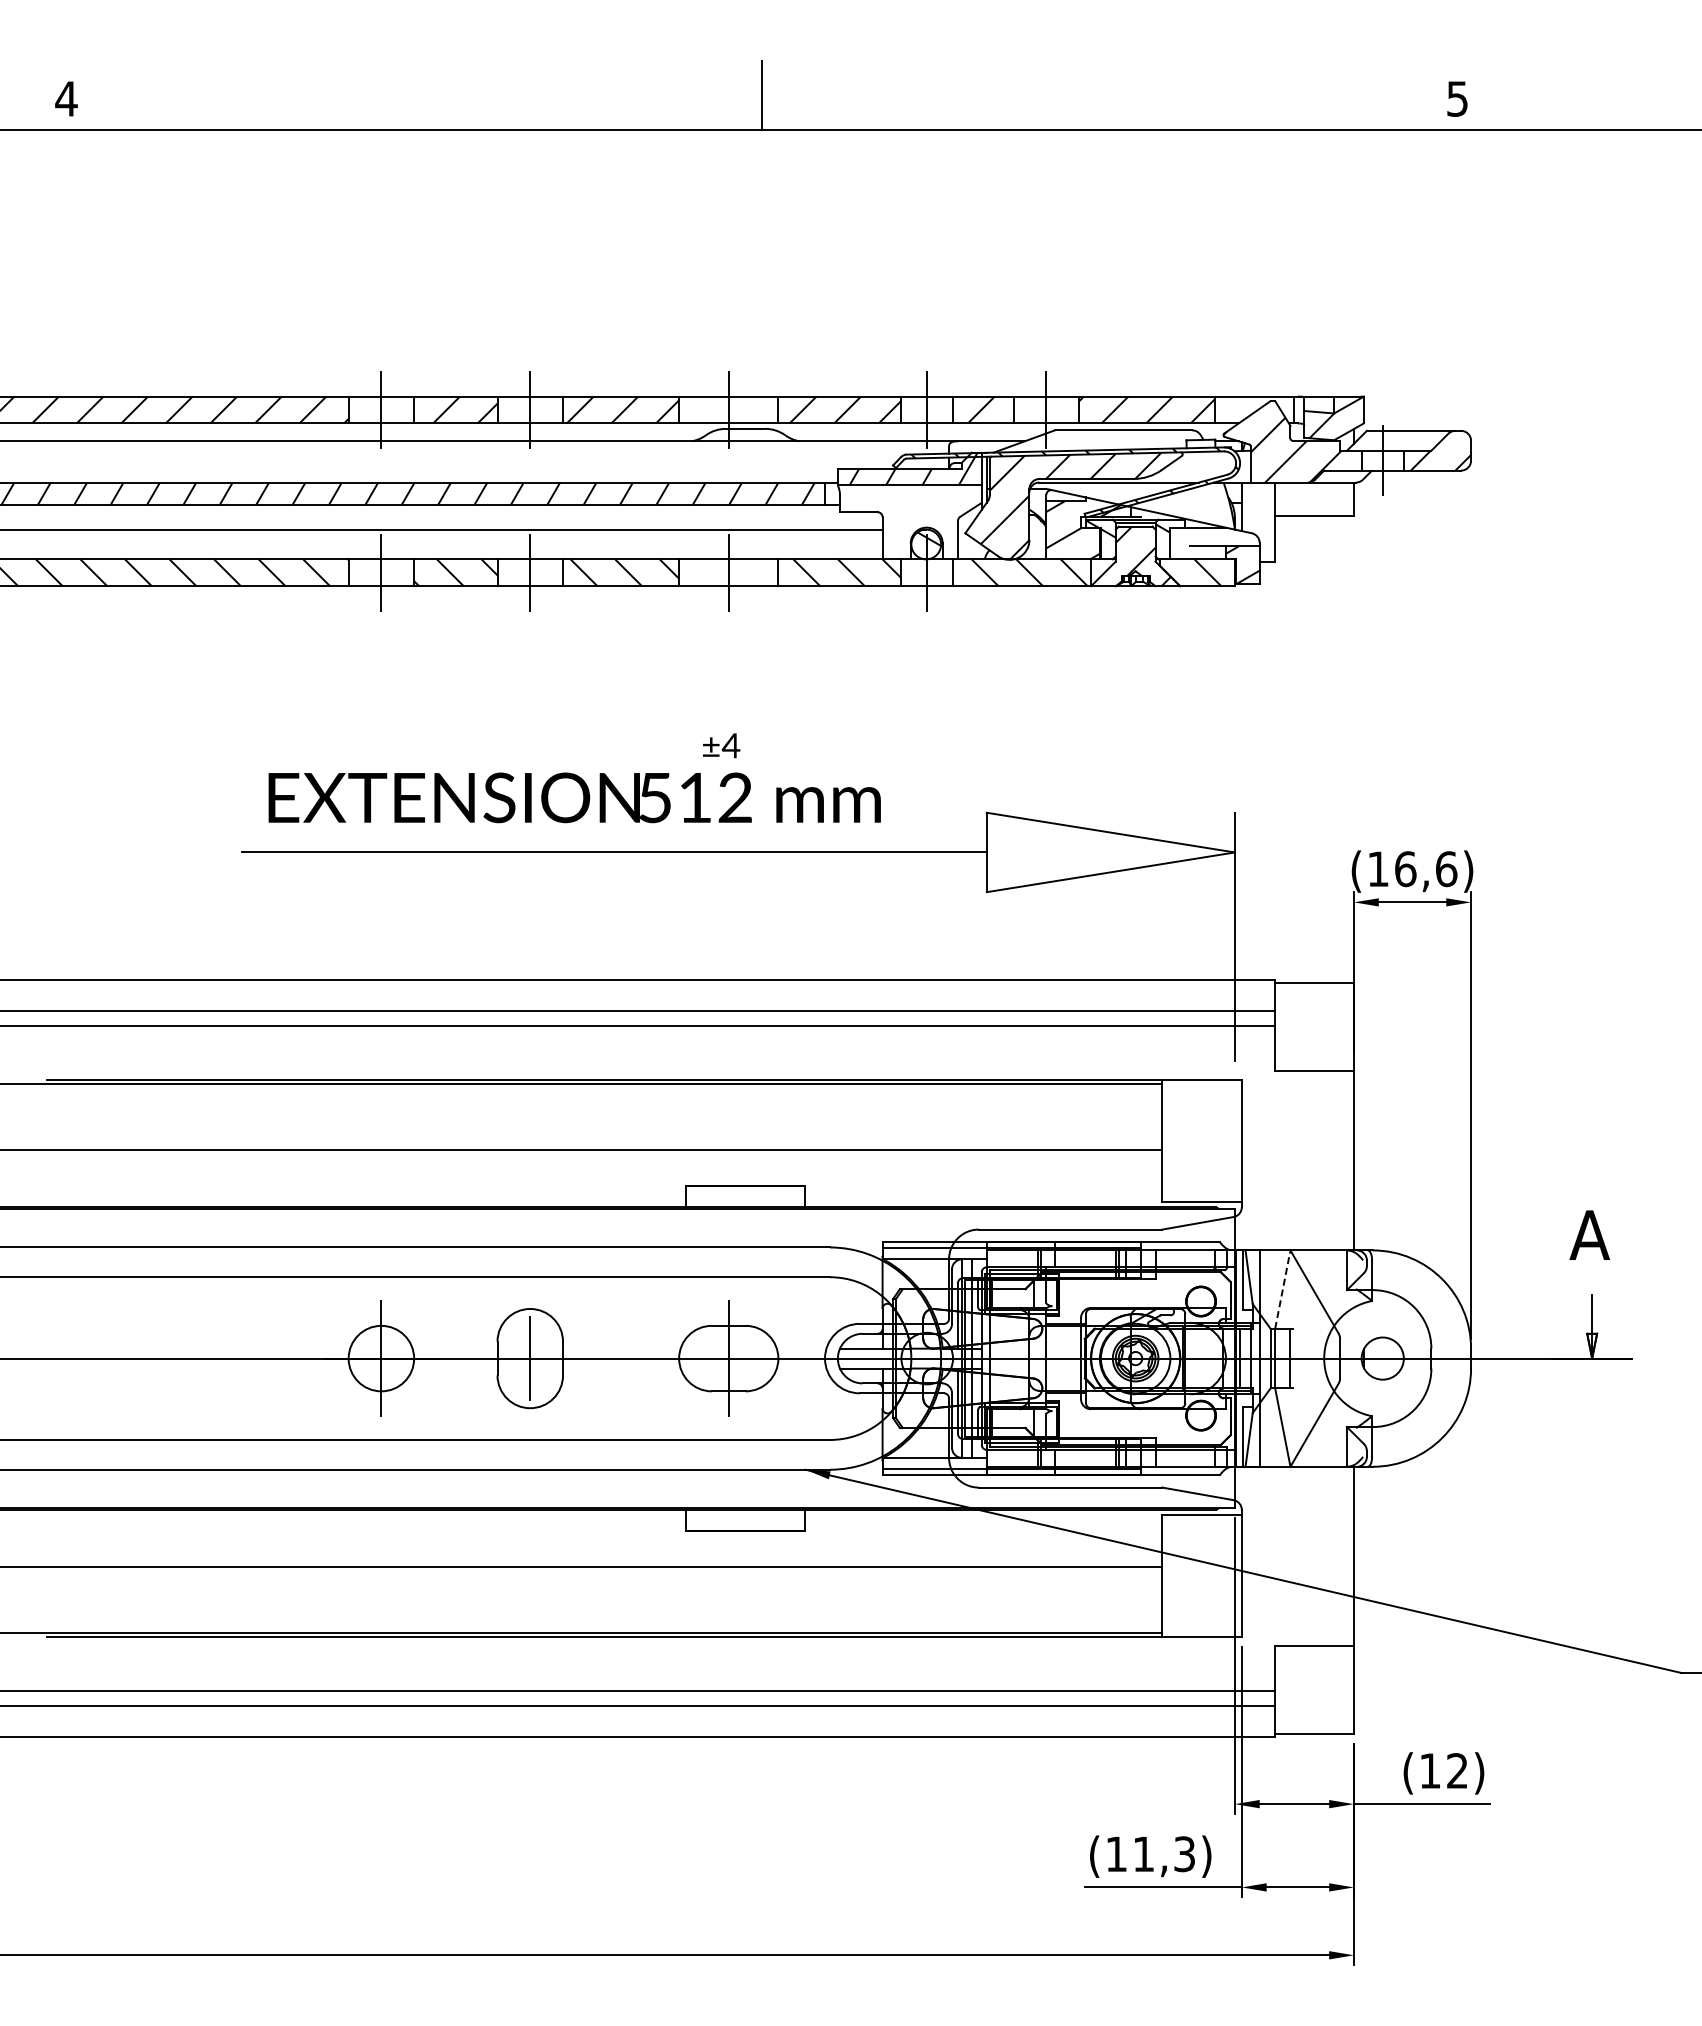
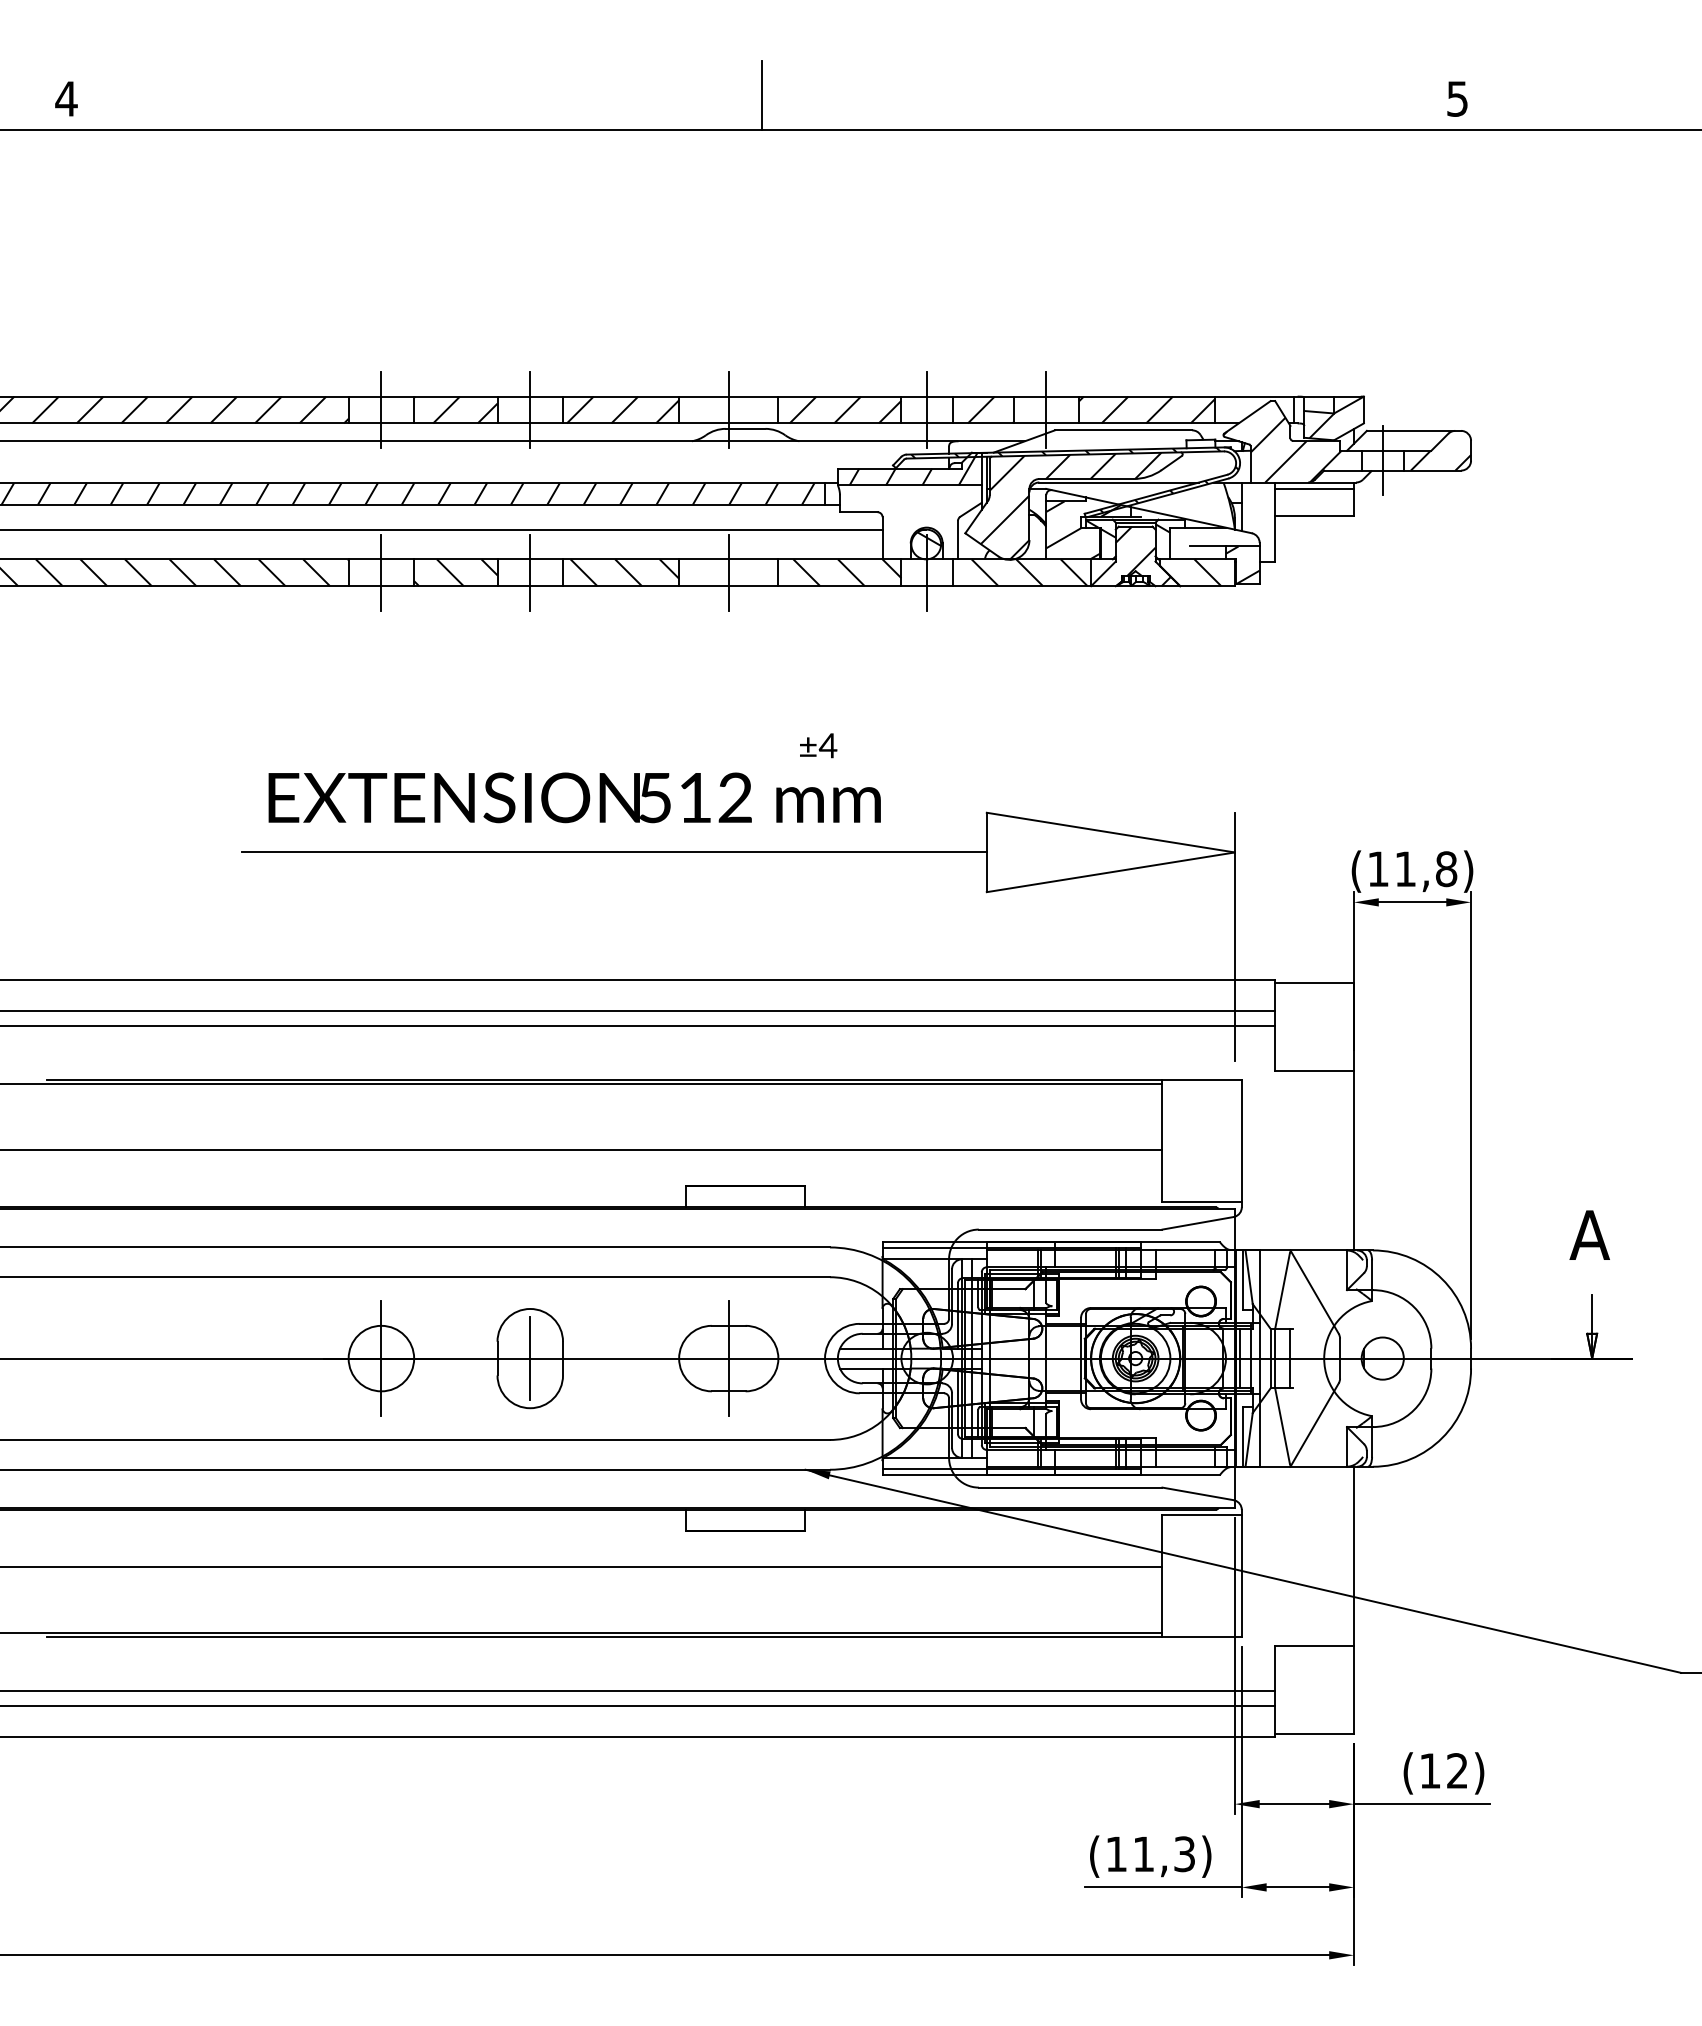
line at (1313, 488): none -> present
text at (721, 745) position: (721, 745) -> (818, 745)
text at (1426, 869): (16,6) -> (11,8)
line at (1282, 1290): dashed -> solid
